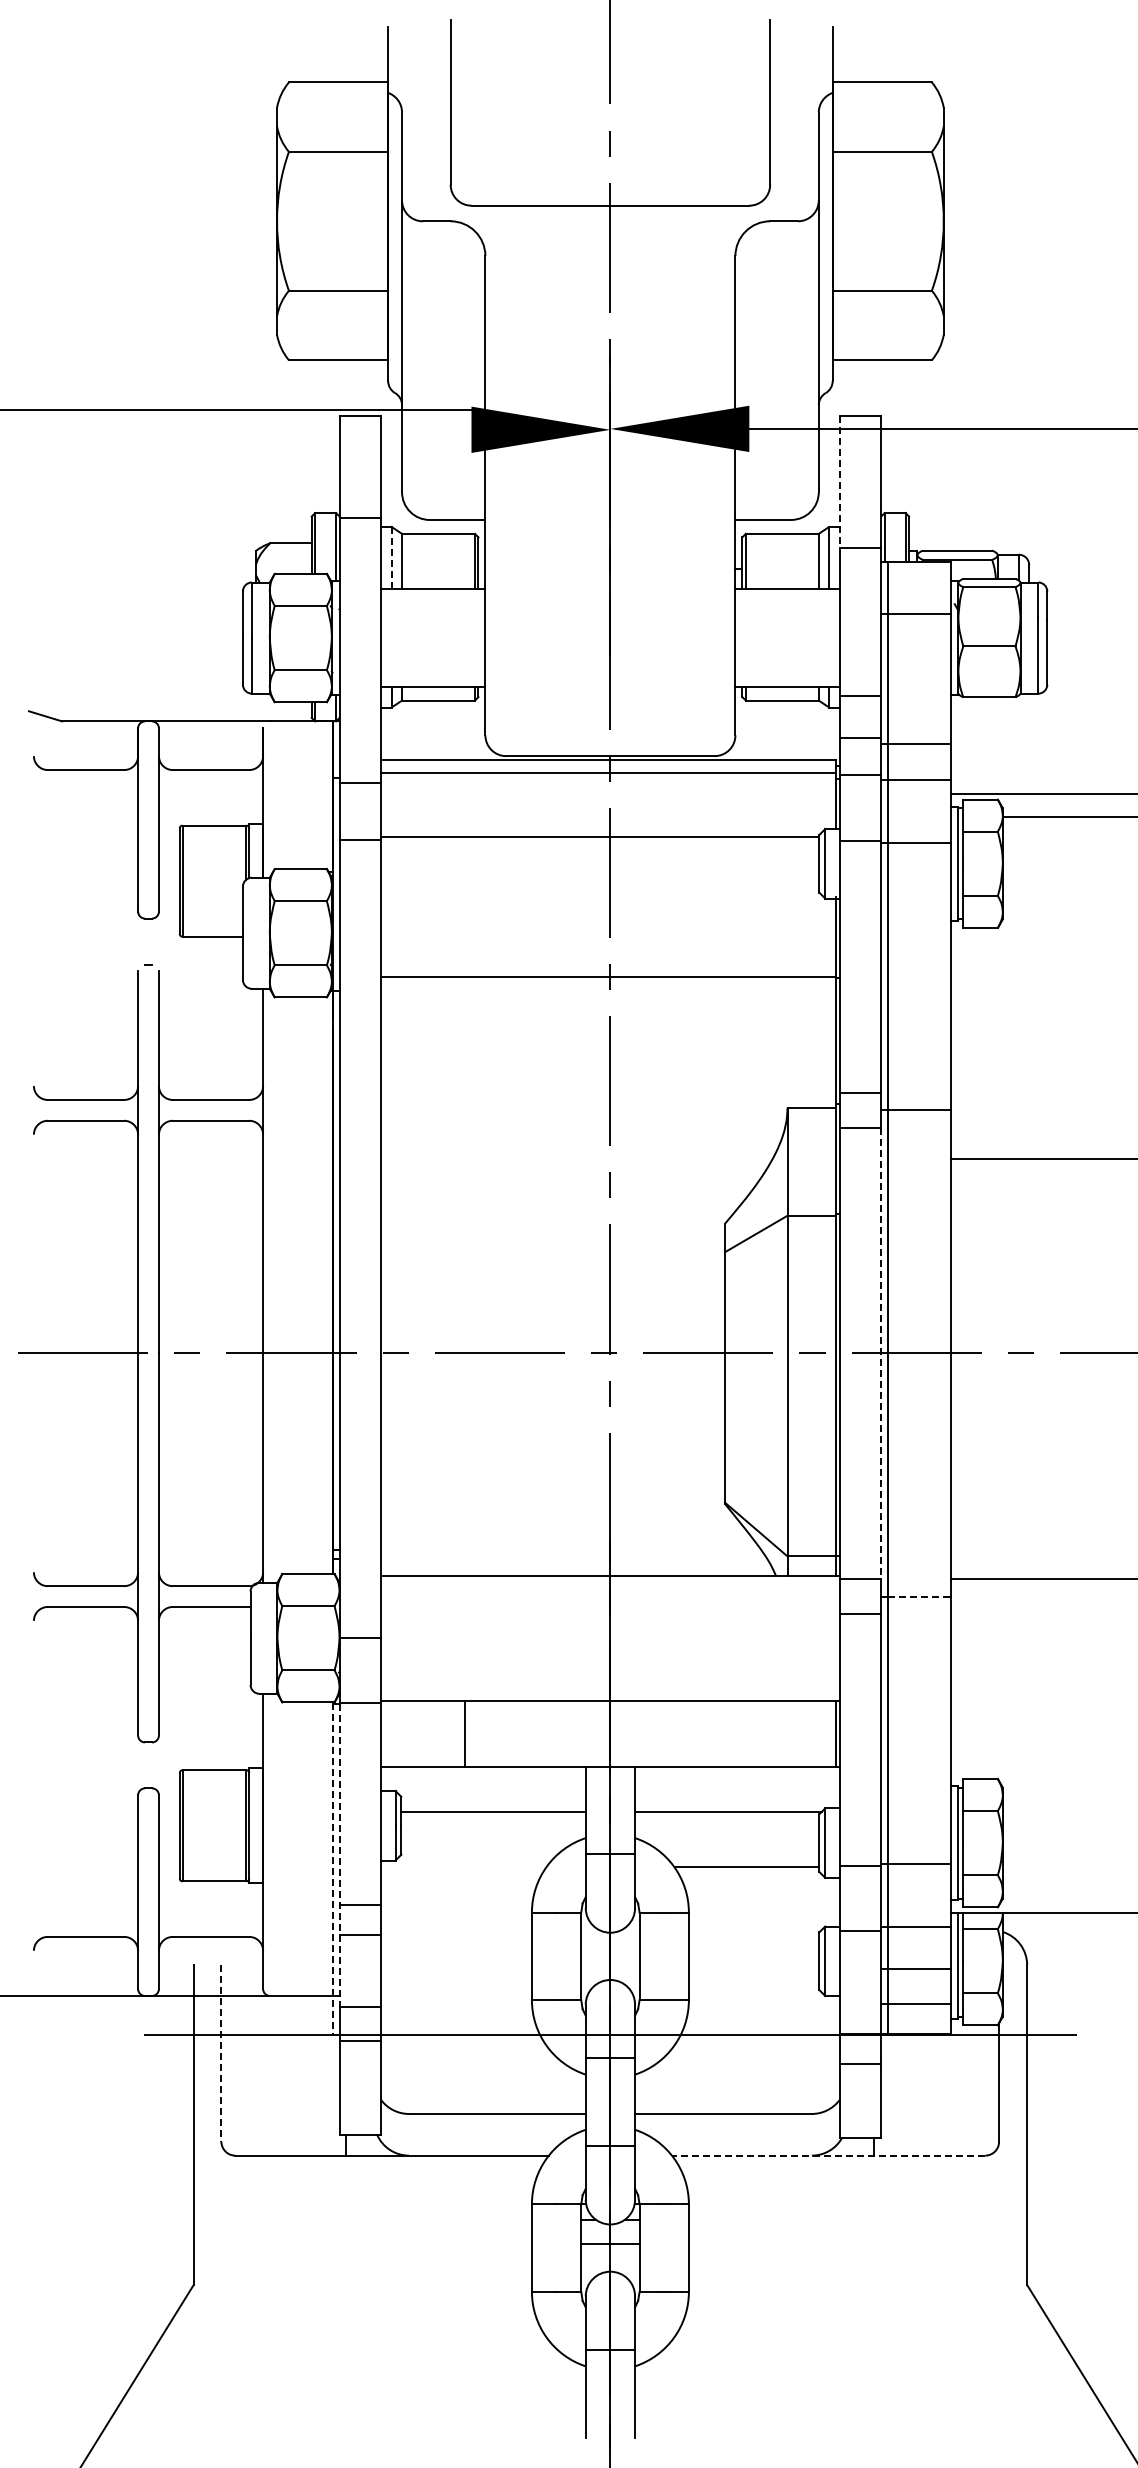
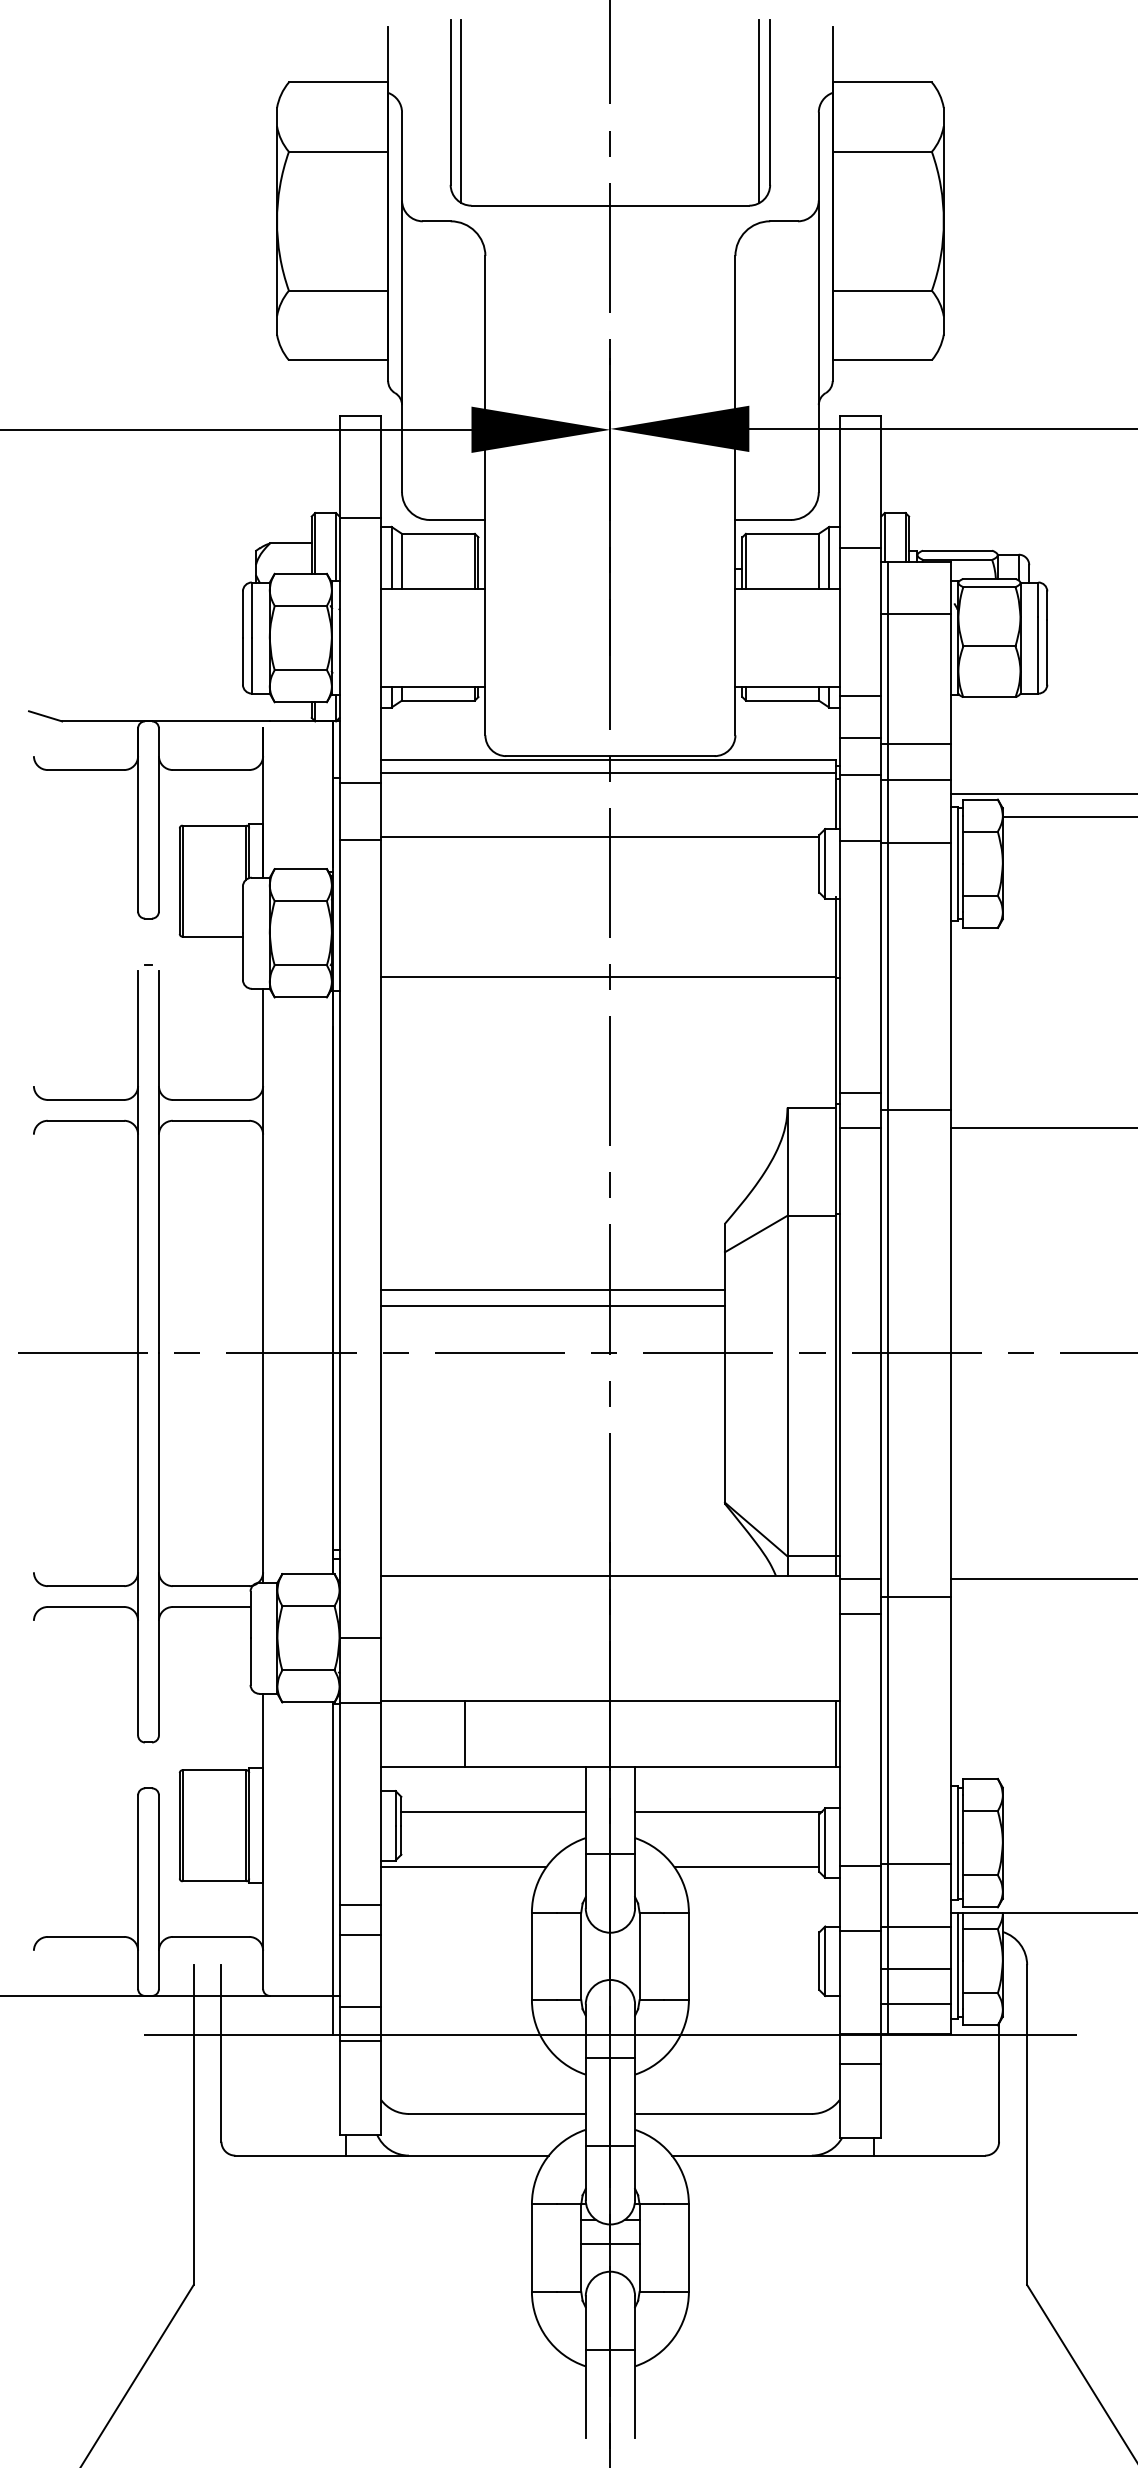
line at (461, 111): none -> present
line at (759, 111): none -> present
line at (236, 409) position: (236, 409) -> (236, 429)
line at (839, 482): dashed -> solid
line at (391, 557): dashed -> solid
line at (1042, 1158) position: (1042, 1158) -> (1042, 1127)
line at (553, 1290): none -> present
line at (553, 1306): none -> present
line at (881, 1353): dashed -> solid
line at (920, 1596): dashed -> solid
line at (339, 1855): dashed -> solid
line at (463, 1867): none -> present
line at (332, 1868): dashed -> solid
line at (221, 2053): dashed -> solid
line at (828, 2155): dashed -> solid
